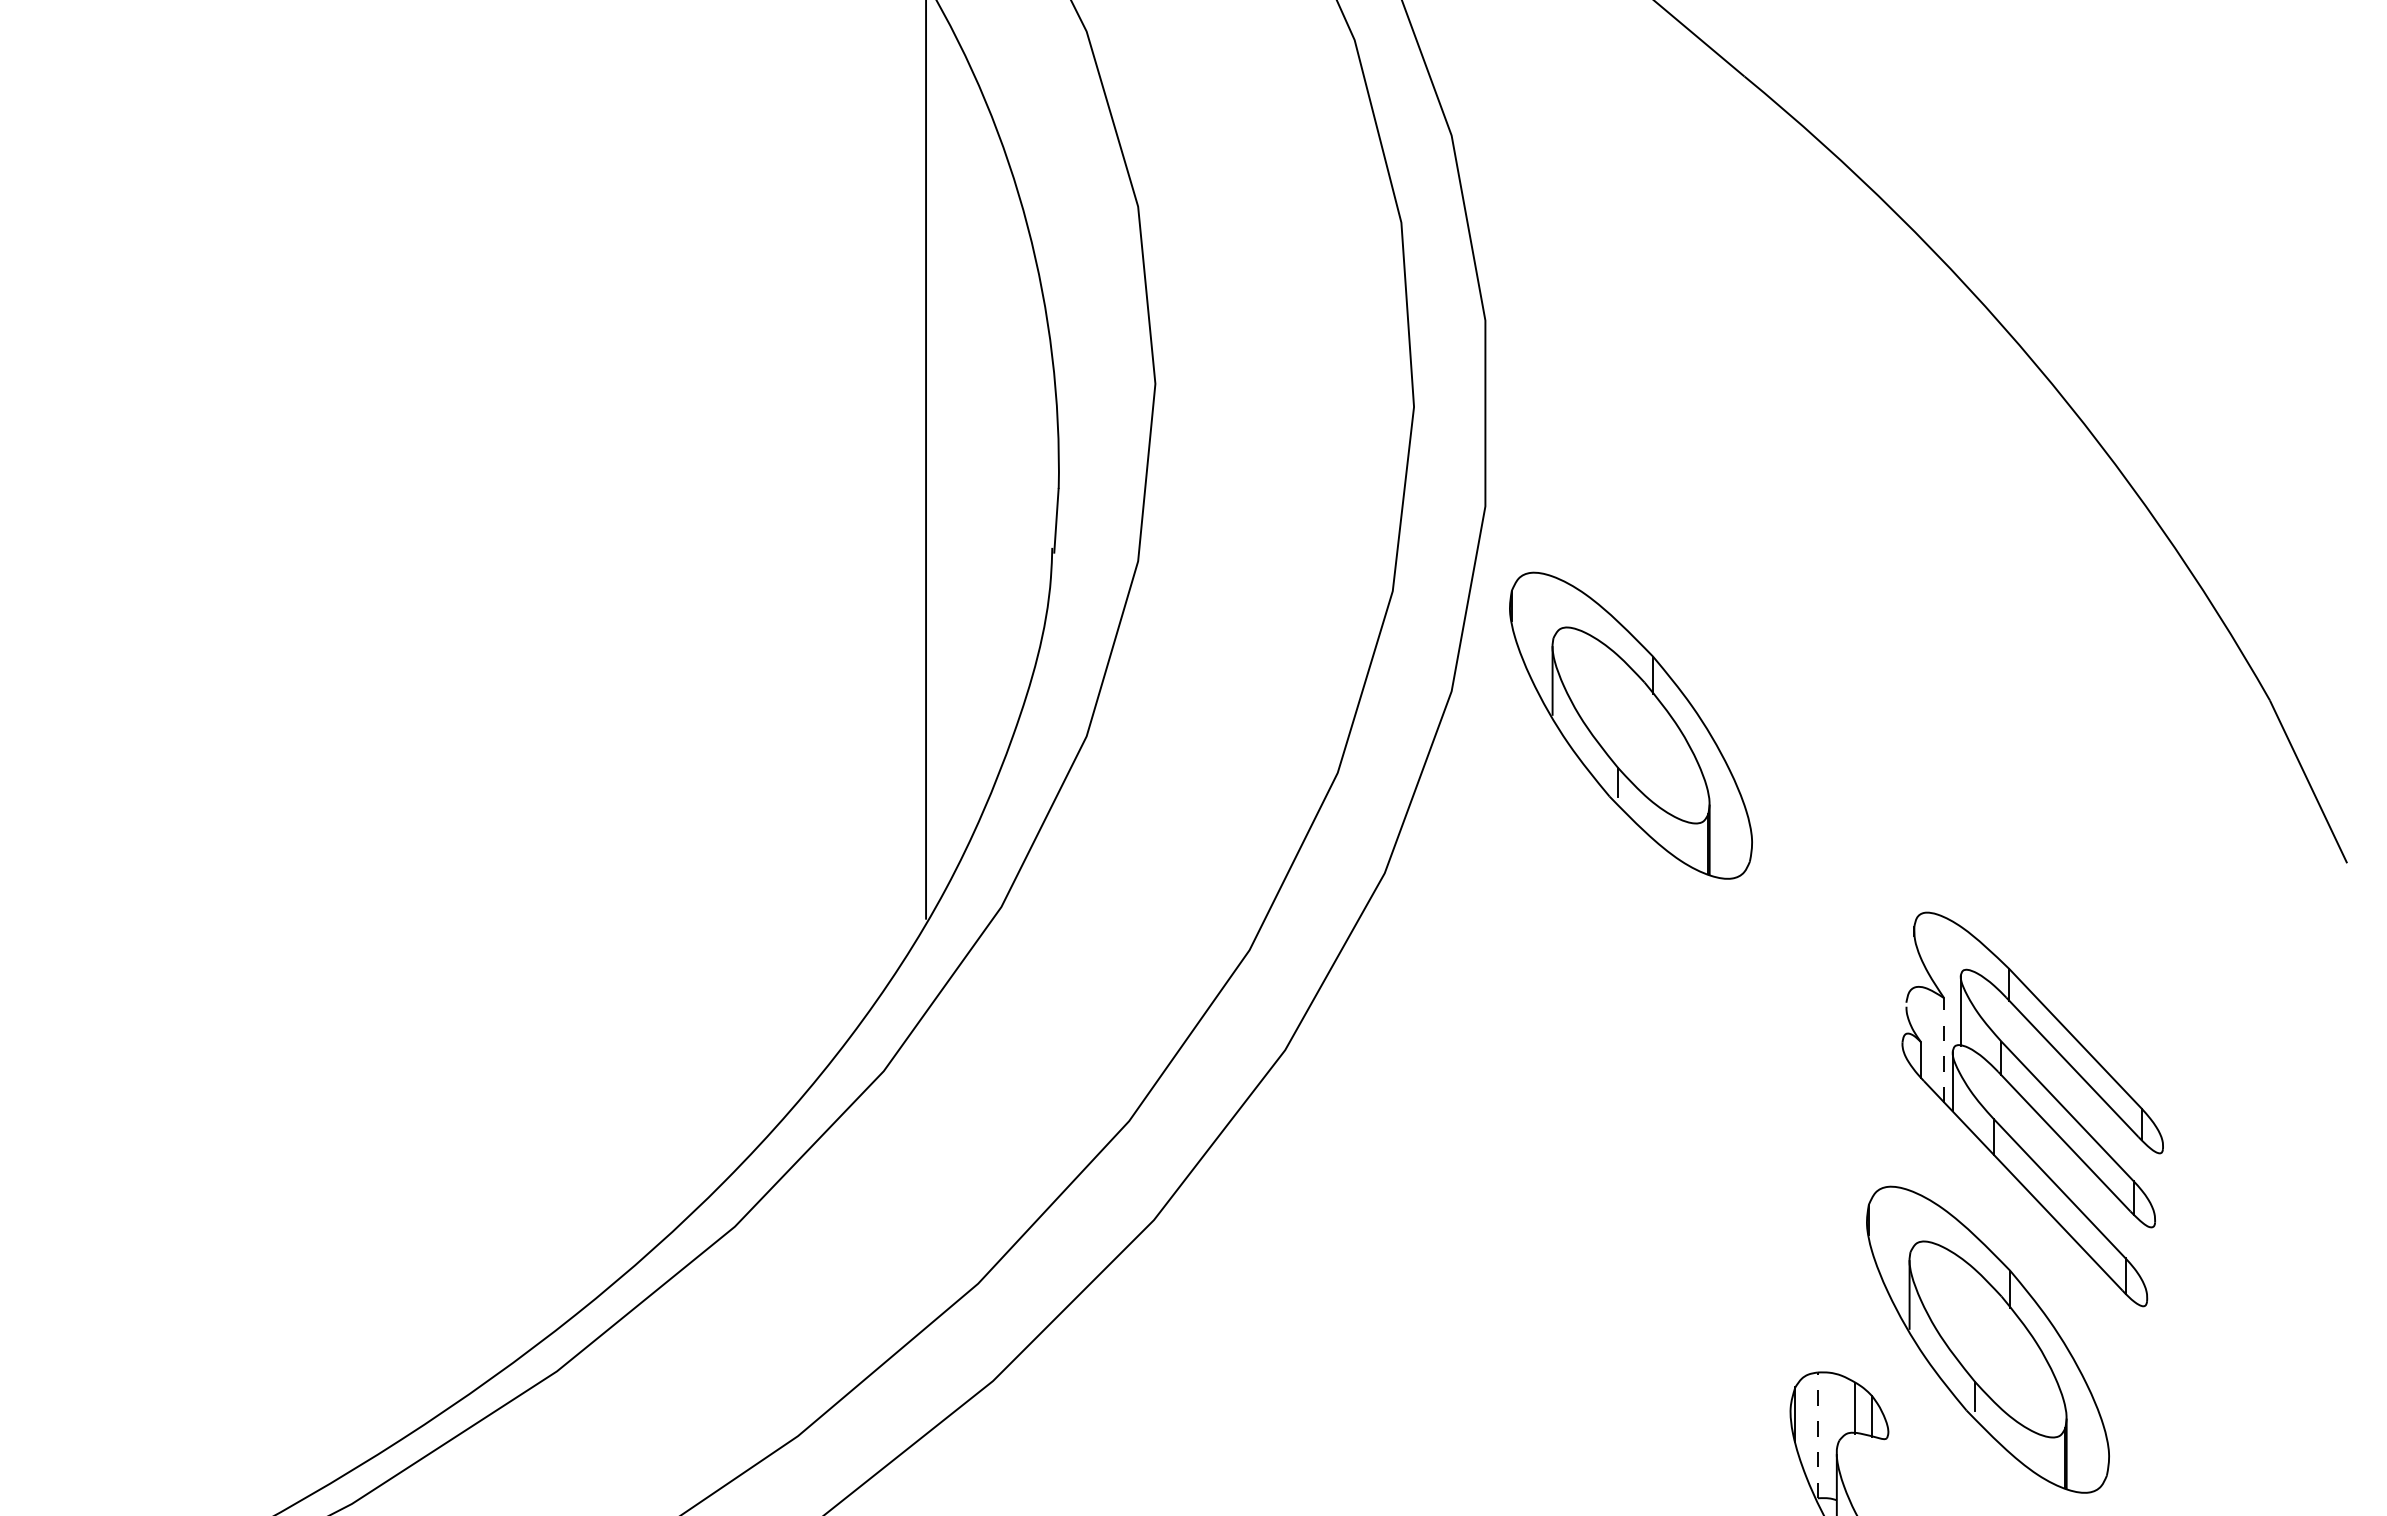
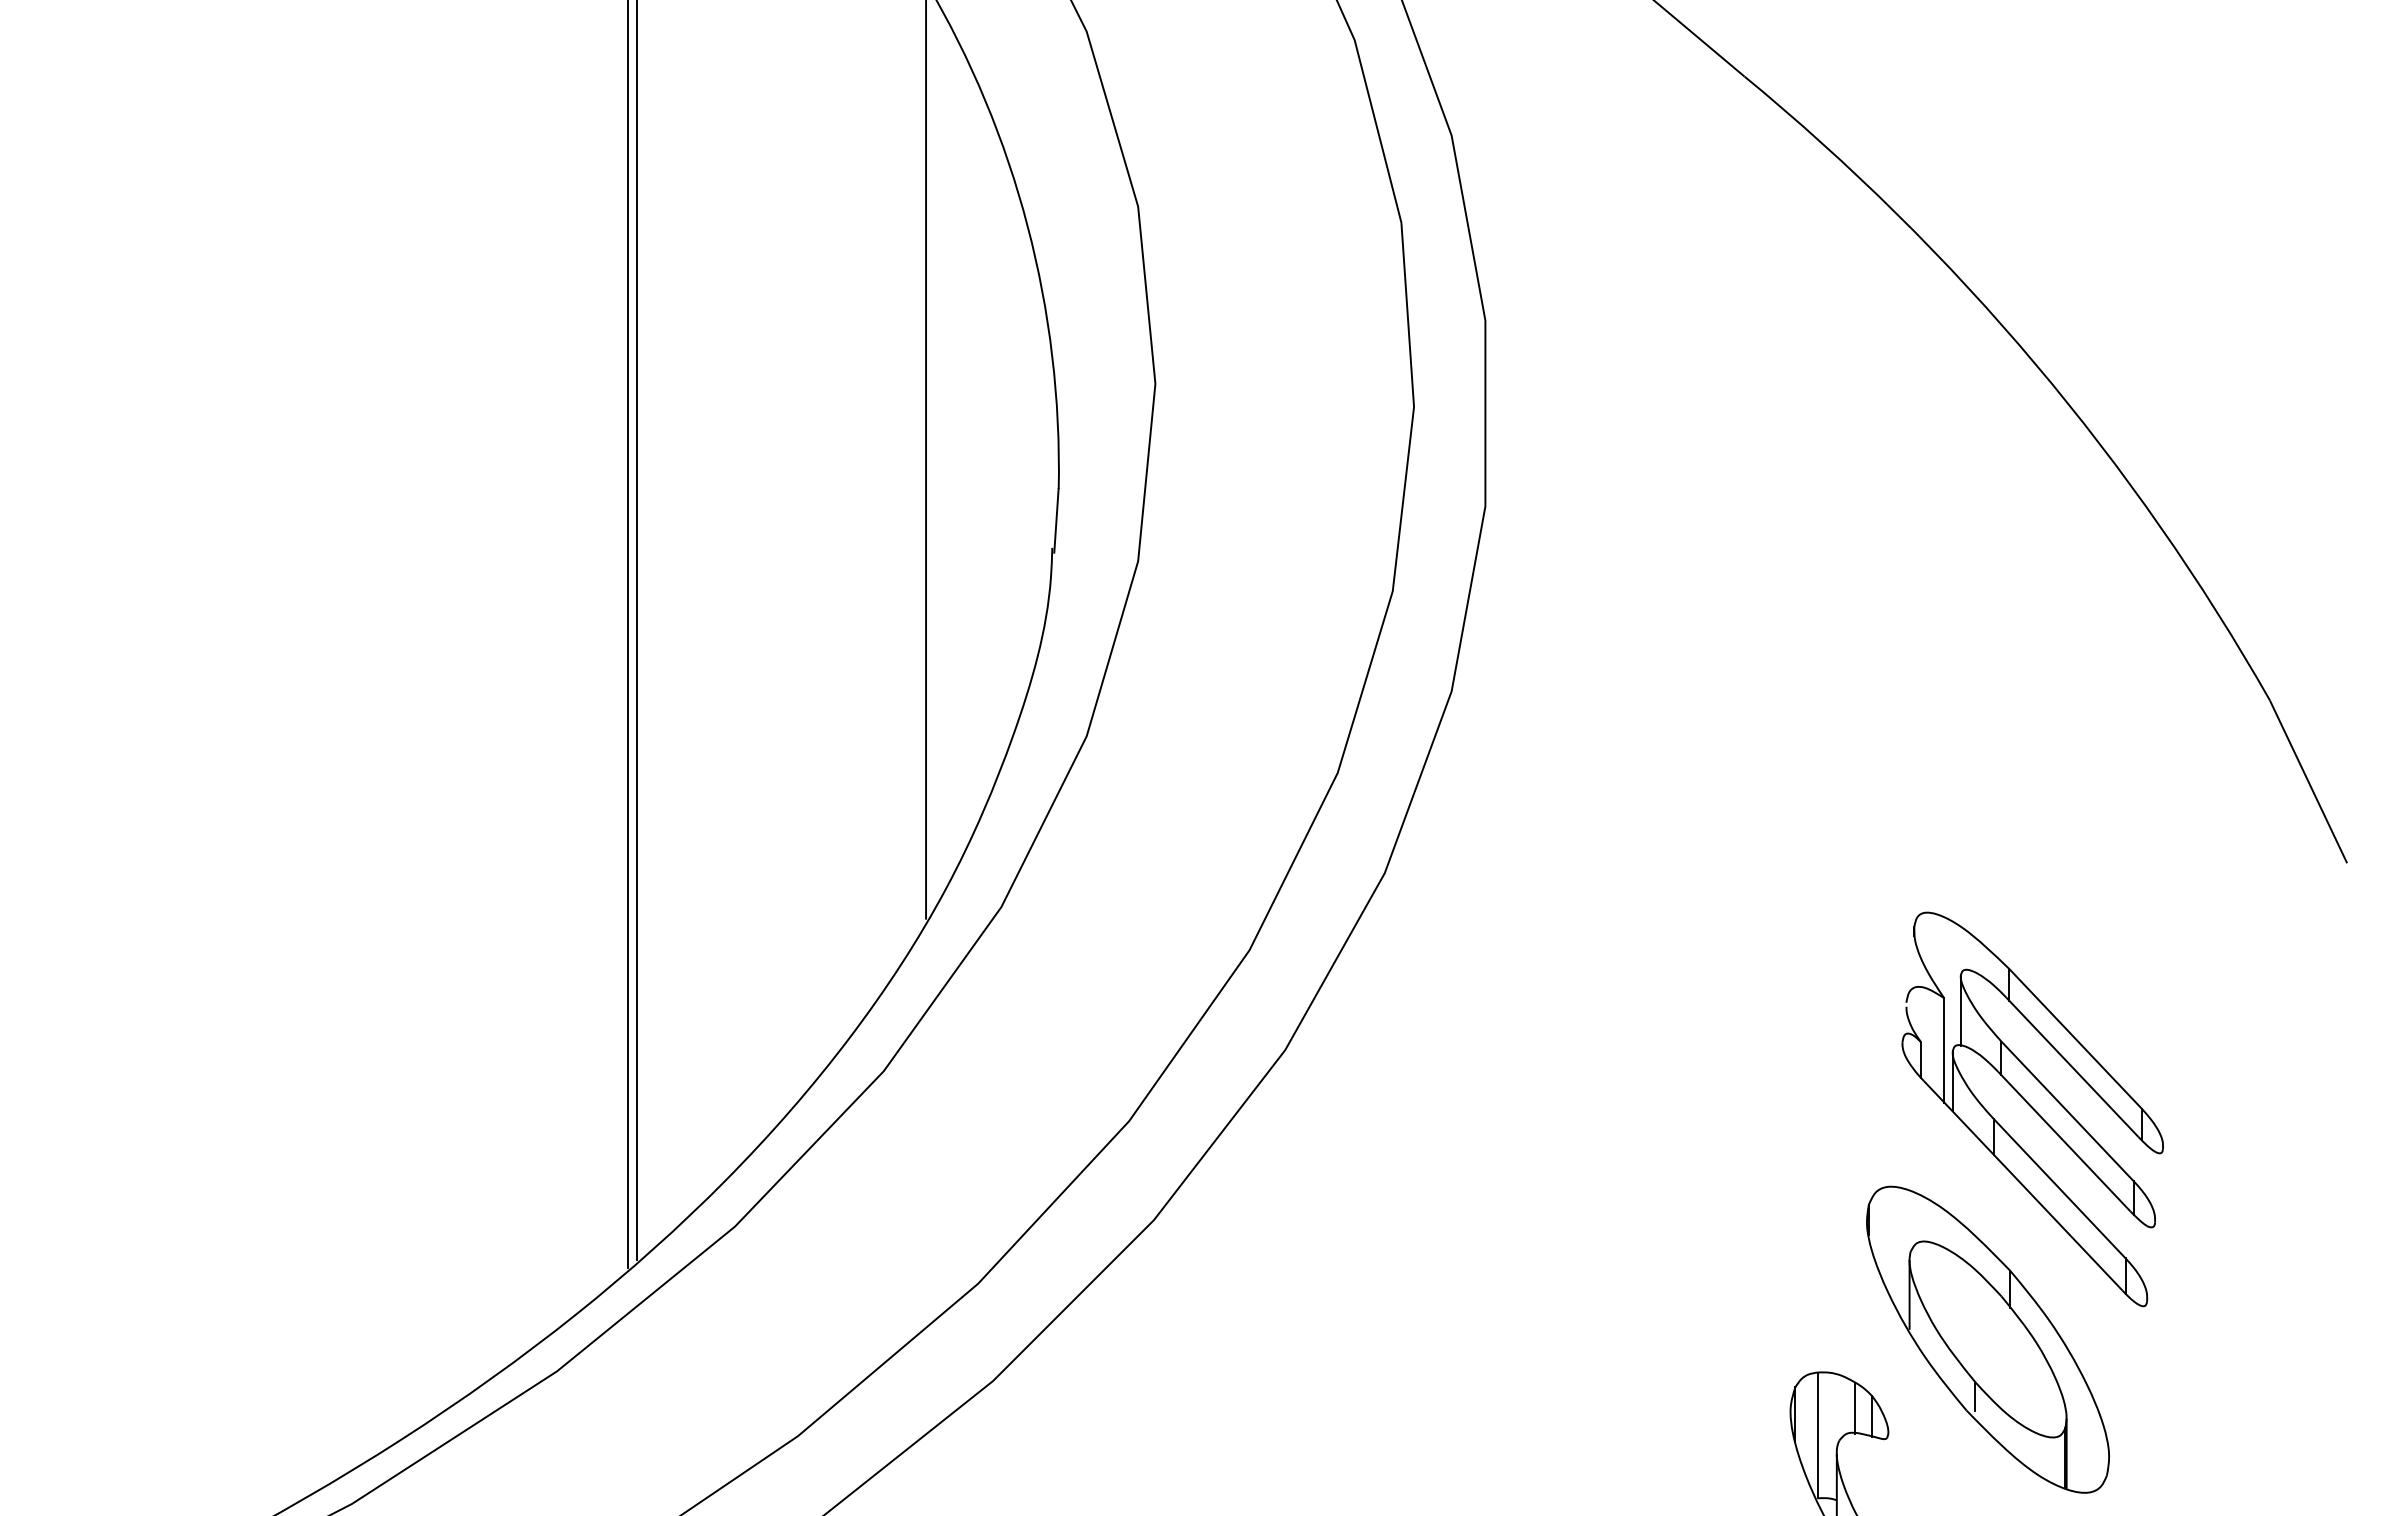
line at (637, 630): none -> present
line at (627, 635): none -> present
part at (1630, 725): present -> none
line at (1944, 1049): dashed -> solid
line at (1817, 1435): dashed -> solid
